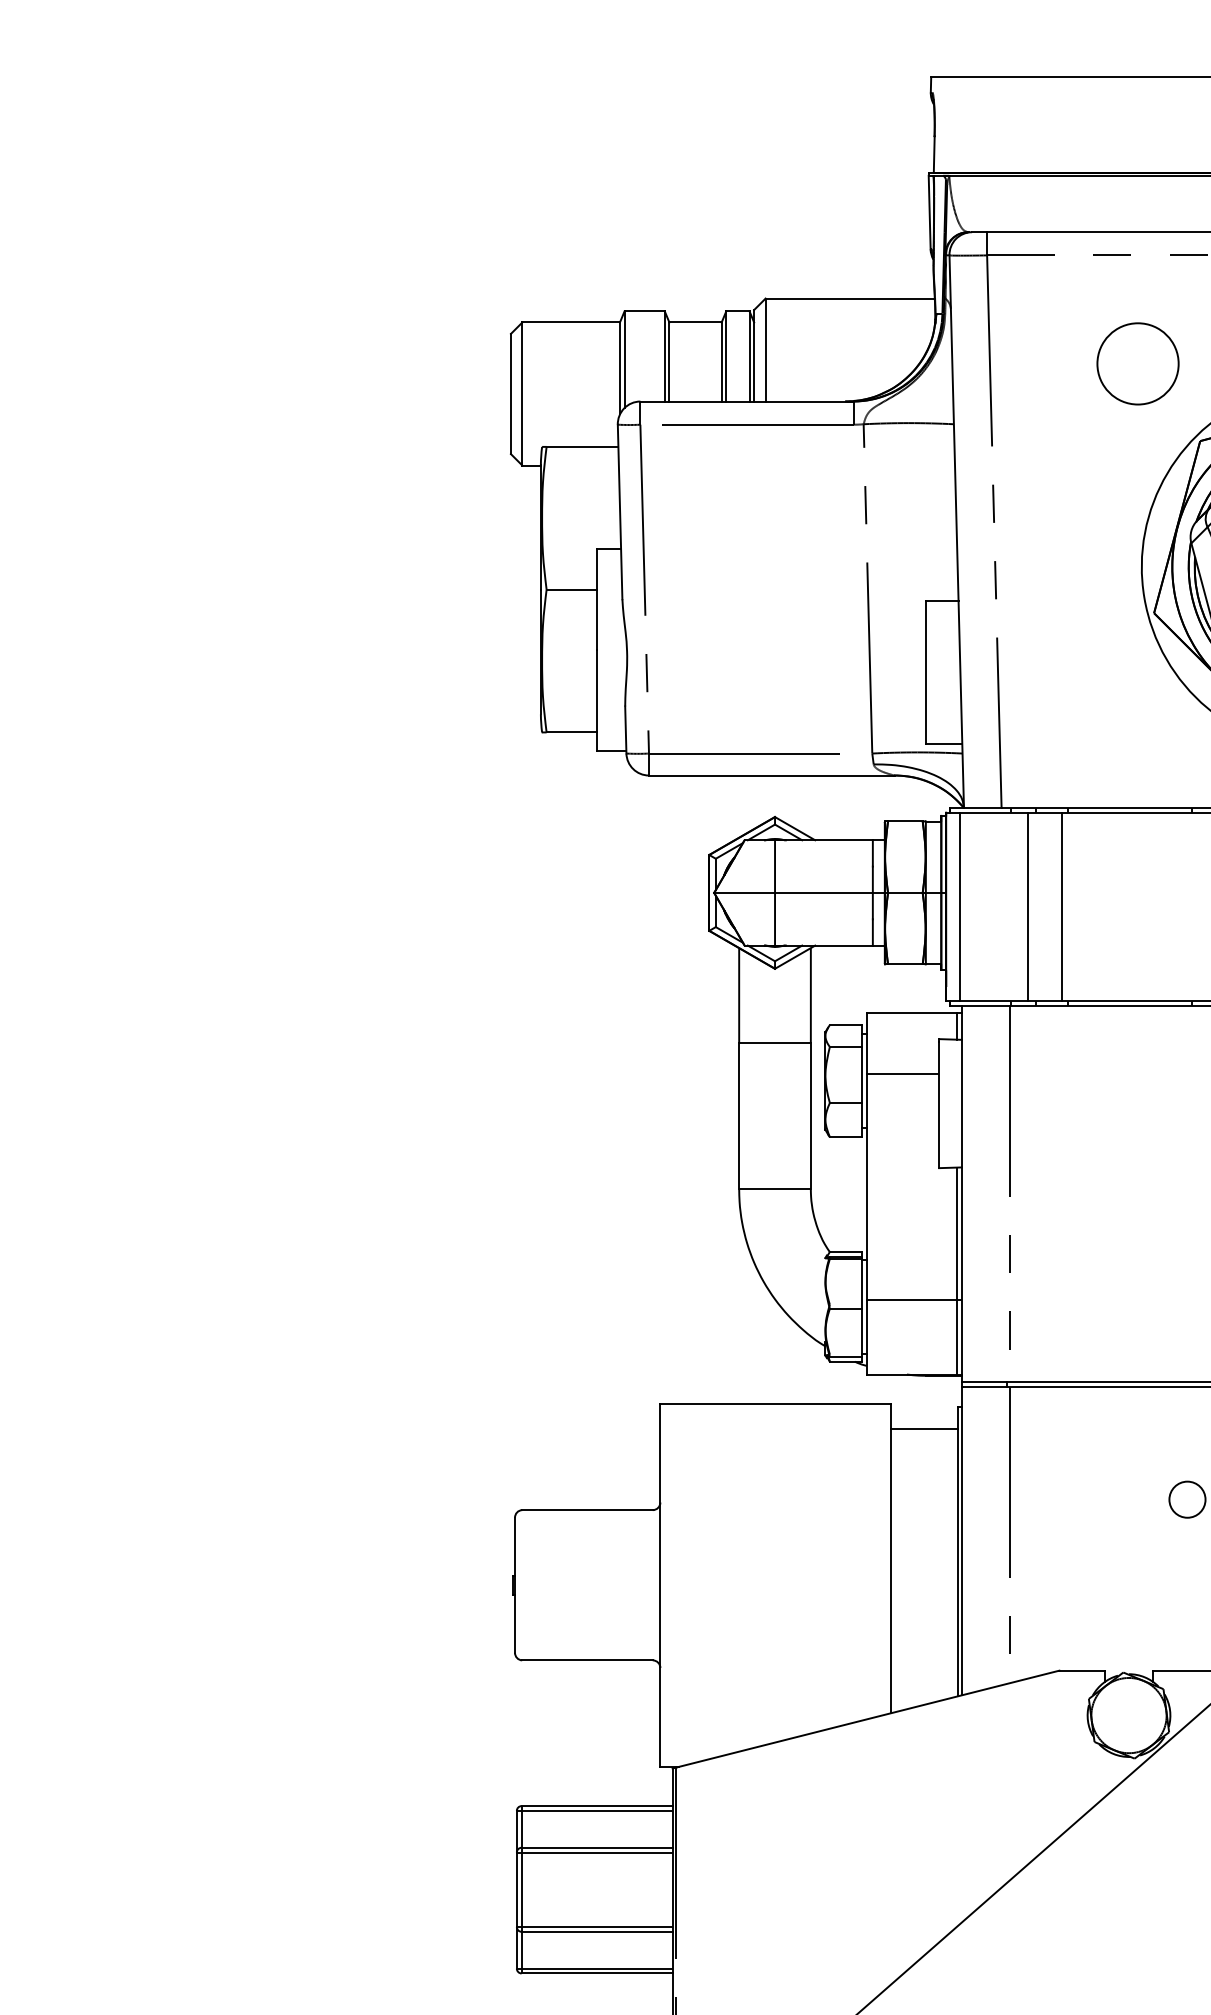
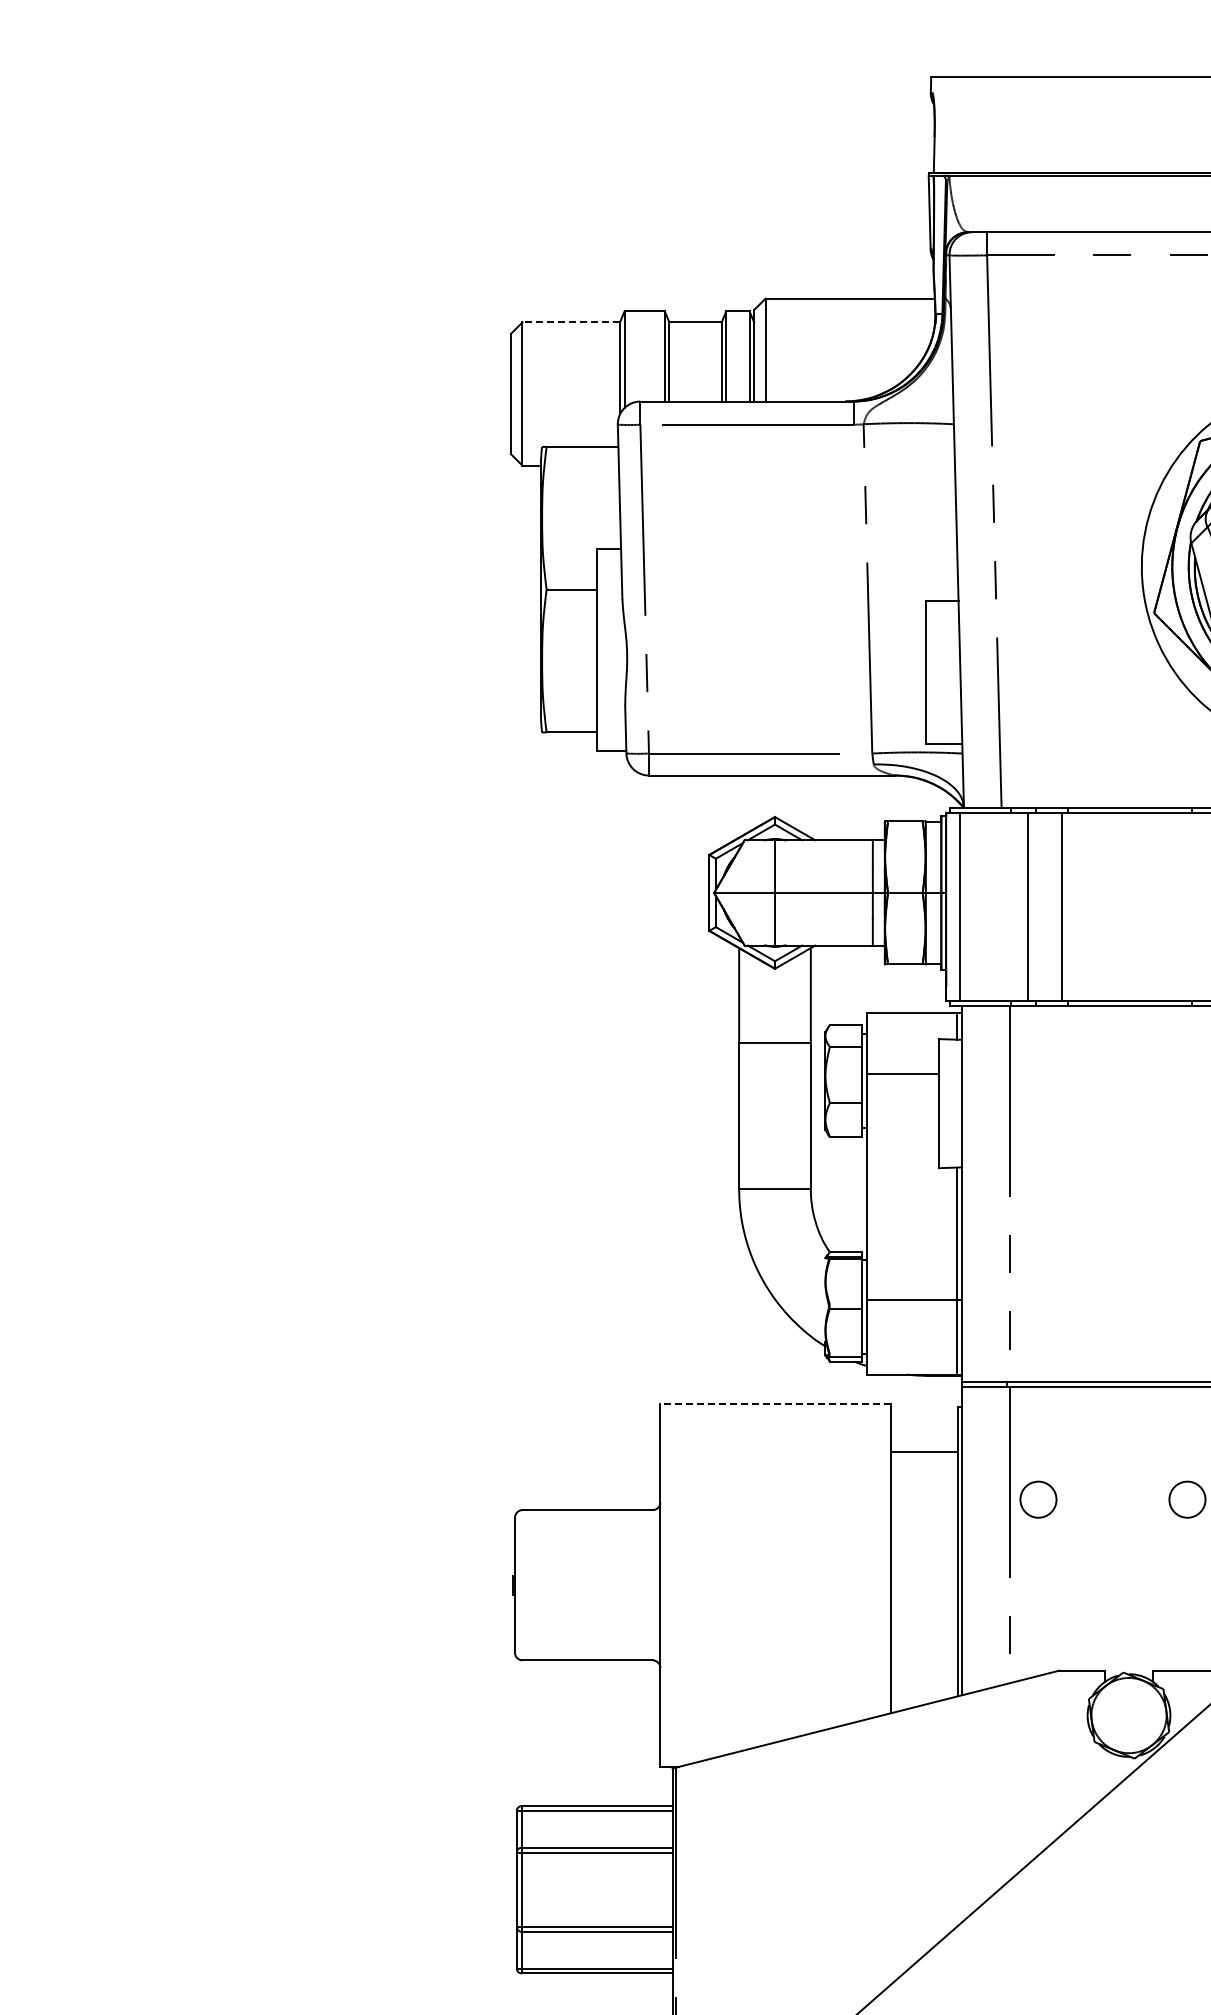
line at (571, 322): solid -> dashed
circle at (1137, 363): present -> none
line at (775, 1403): solid -> dashed
line at (924, 1428) position: (924, 1428) -> (924, 1451)
circle at (1038, 1499): none -> present
